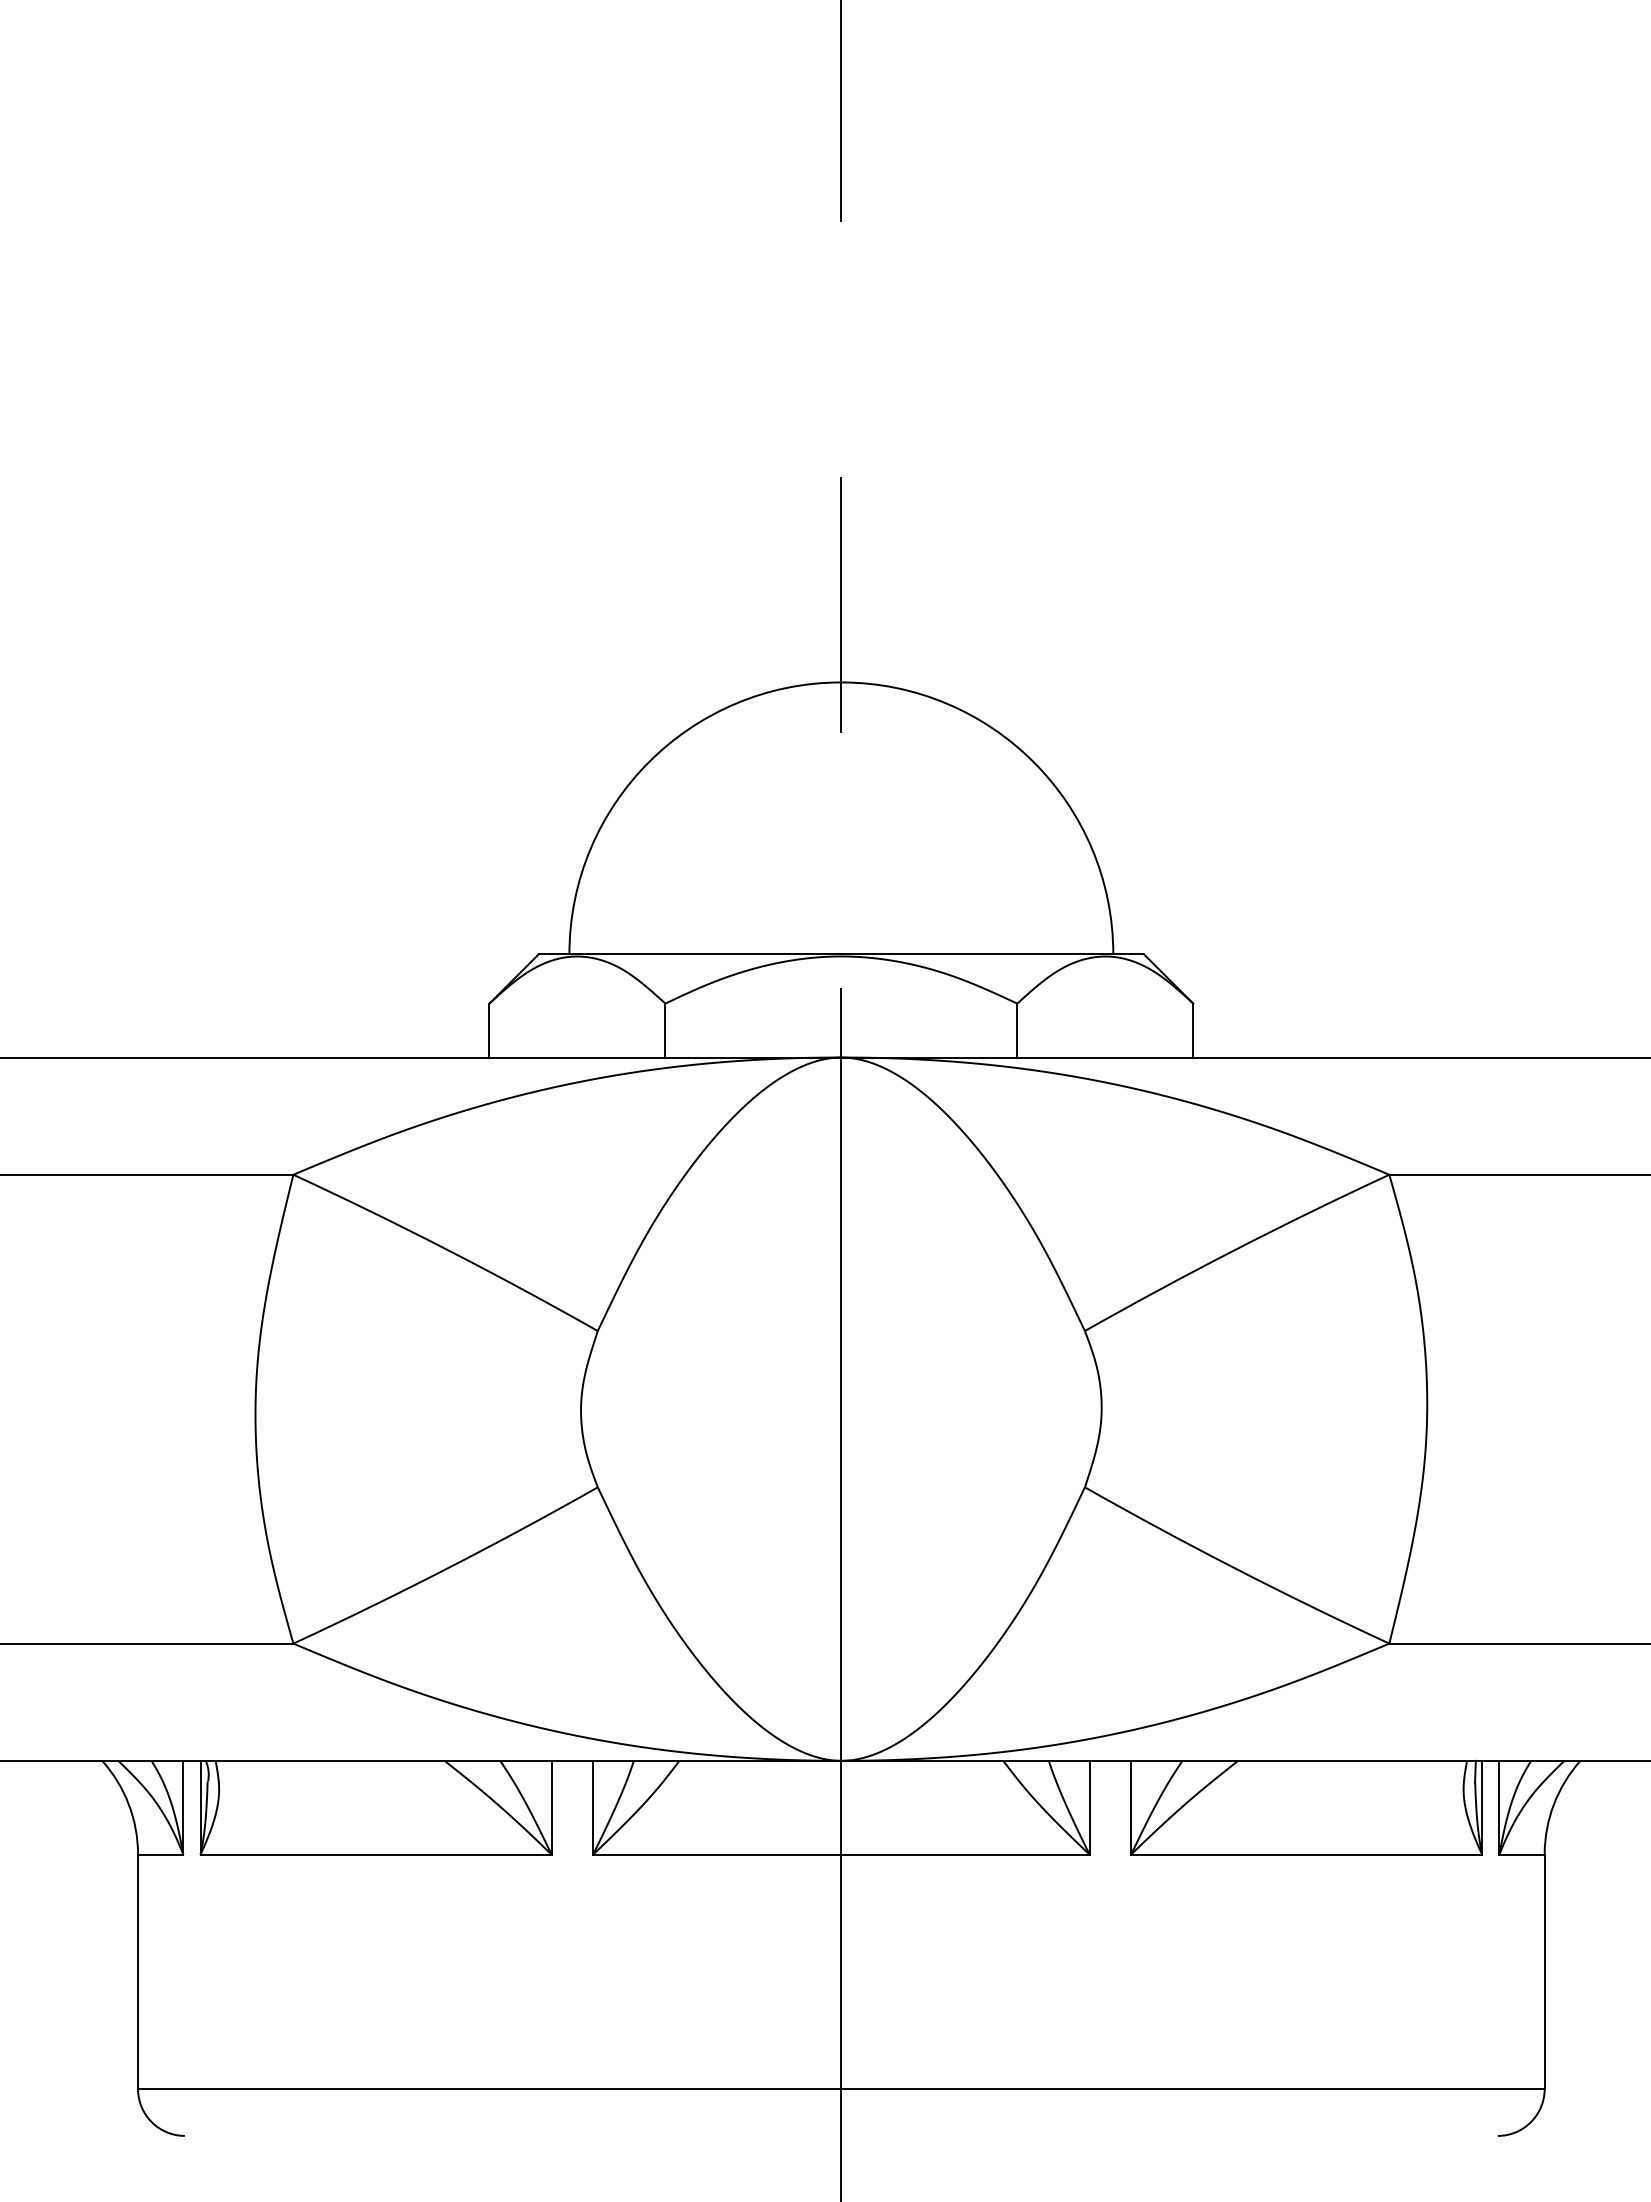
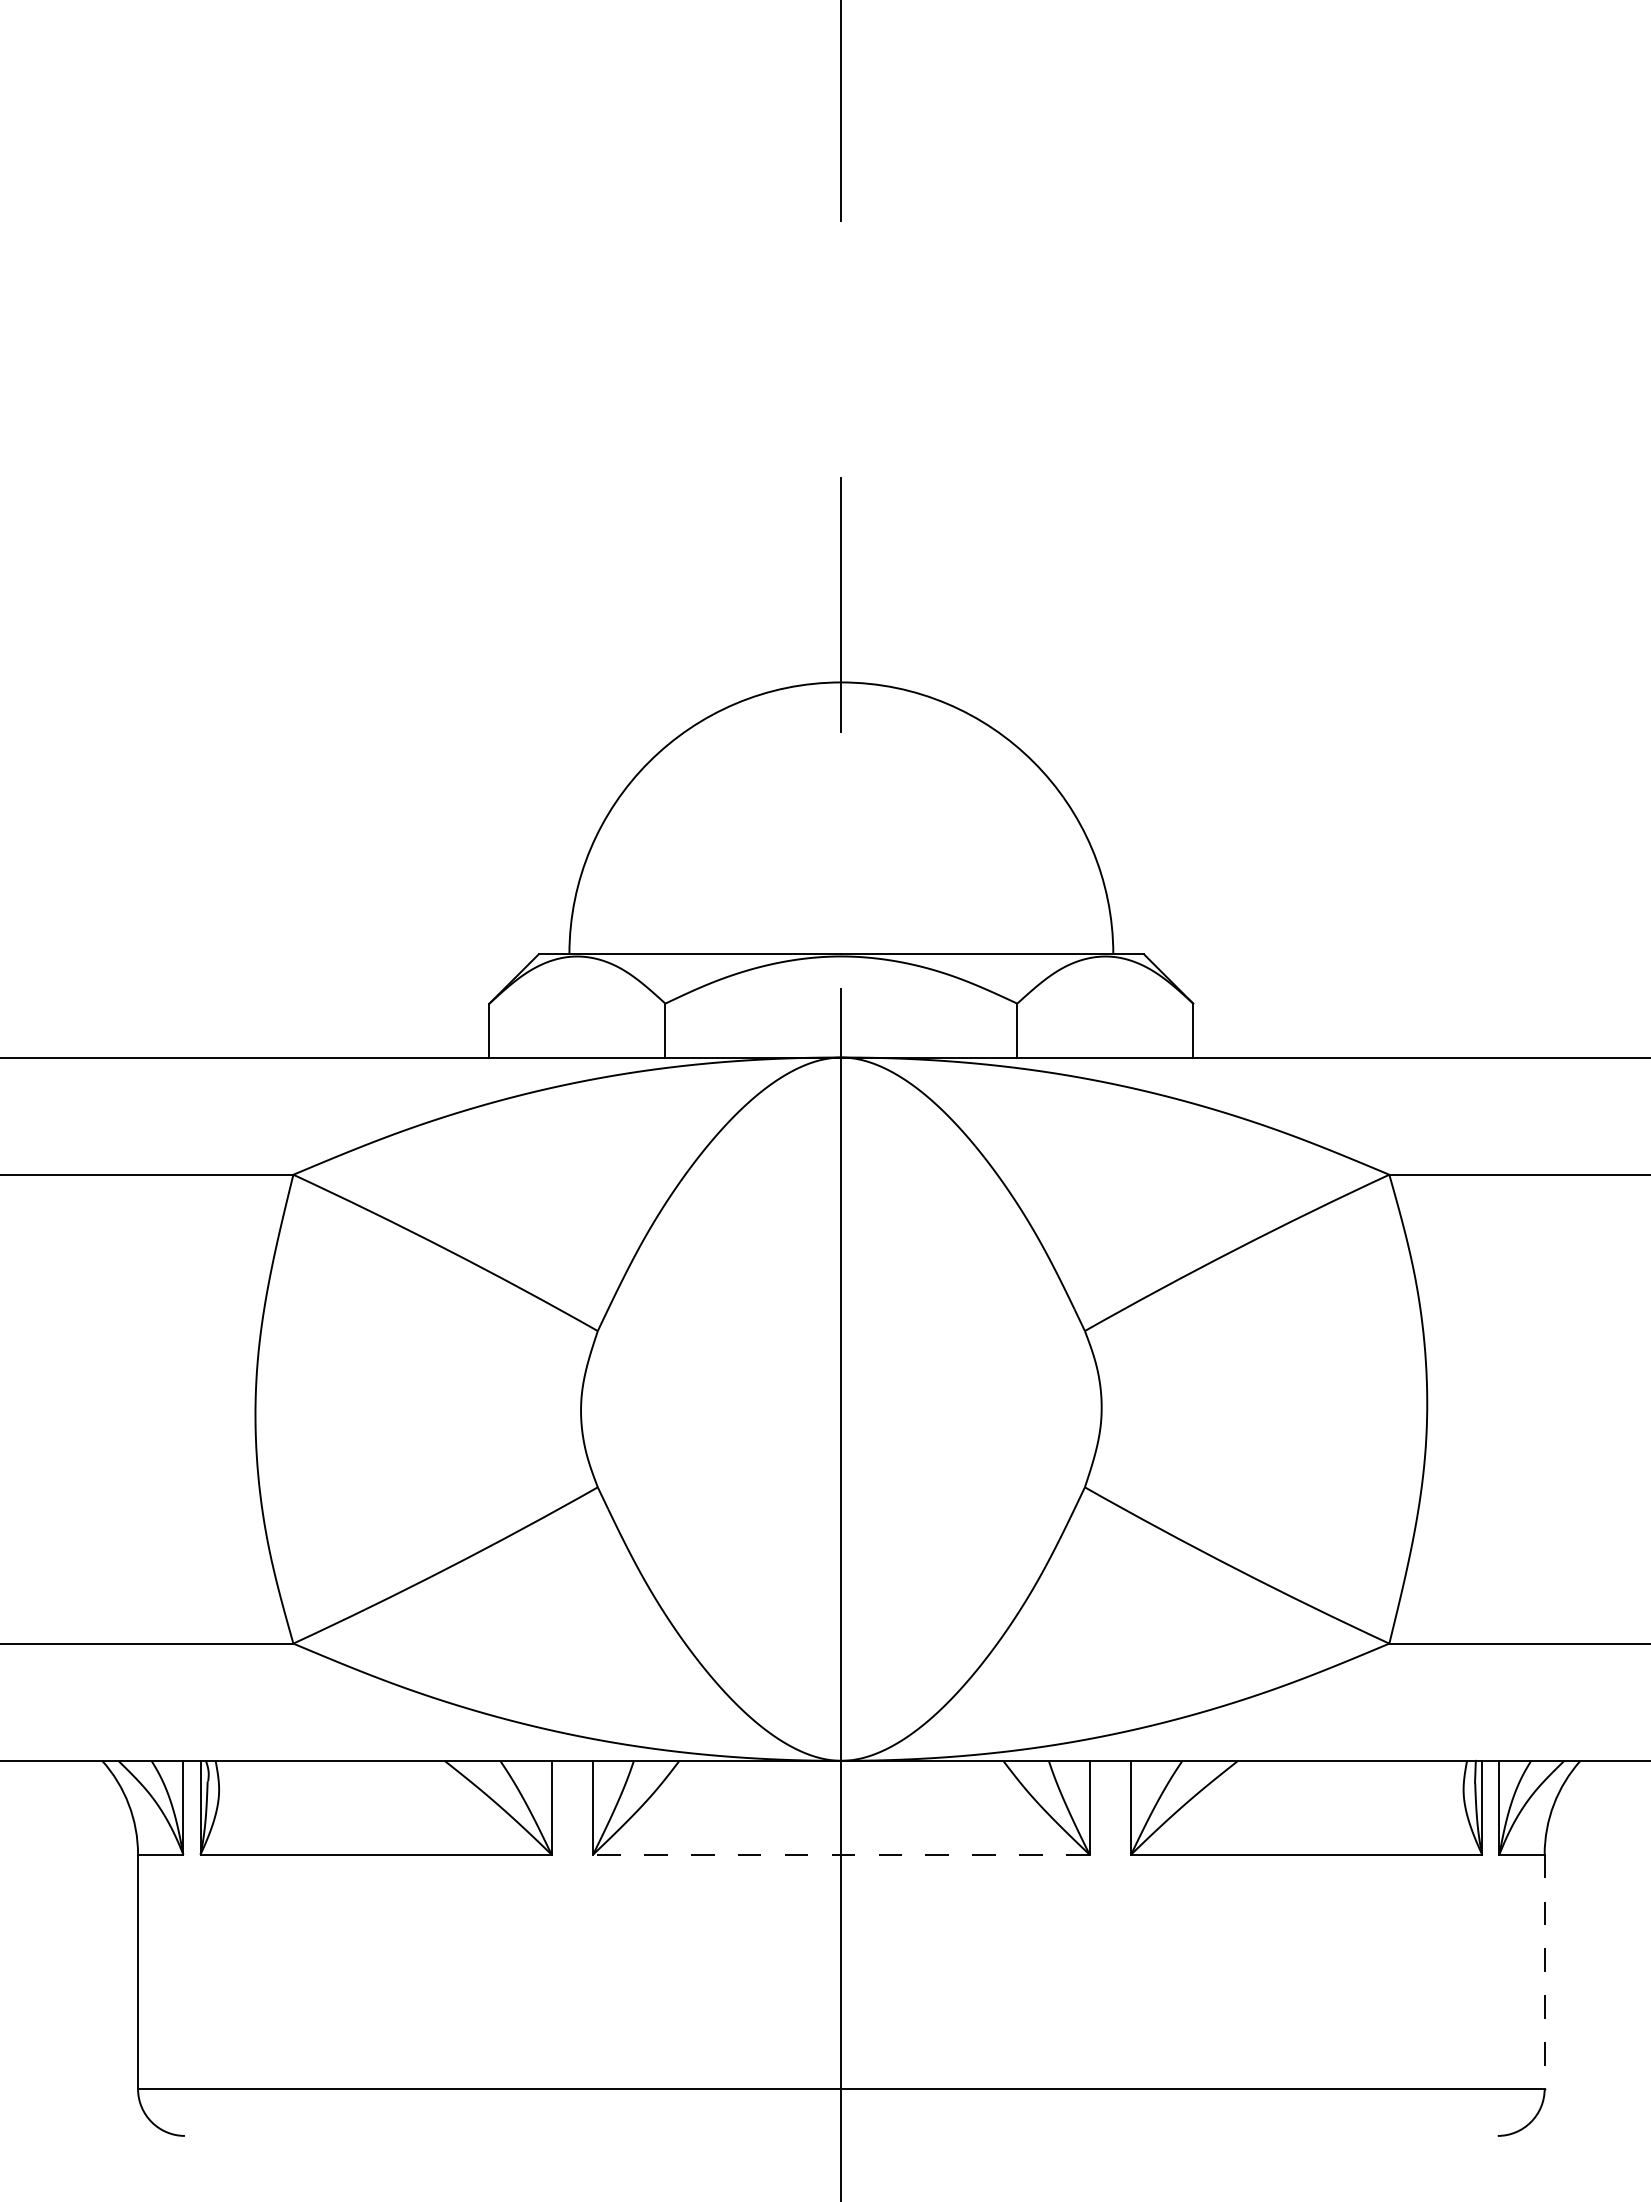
line at (840, 1854): solid -> dashed
line at (1544, 1972): solid -> dashed
